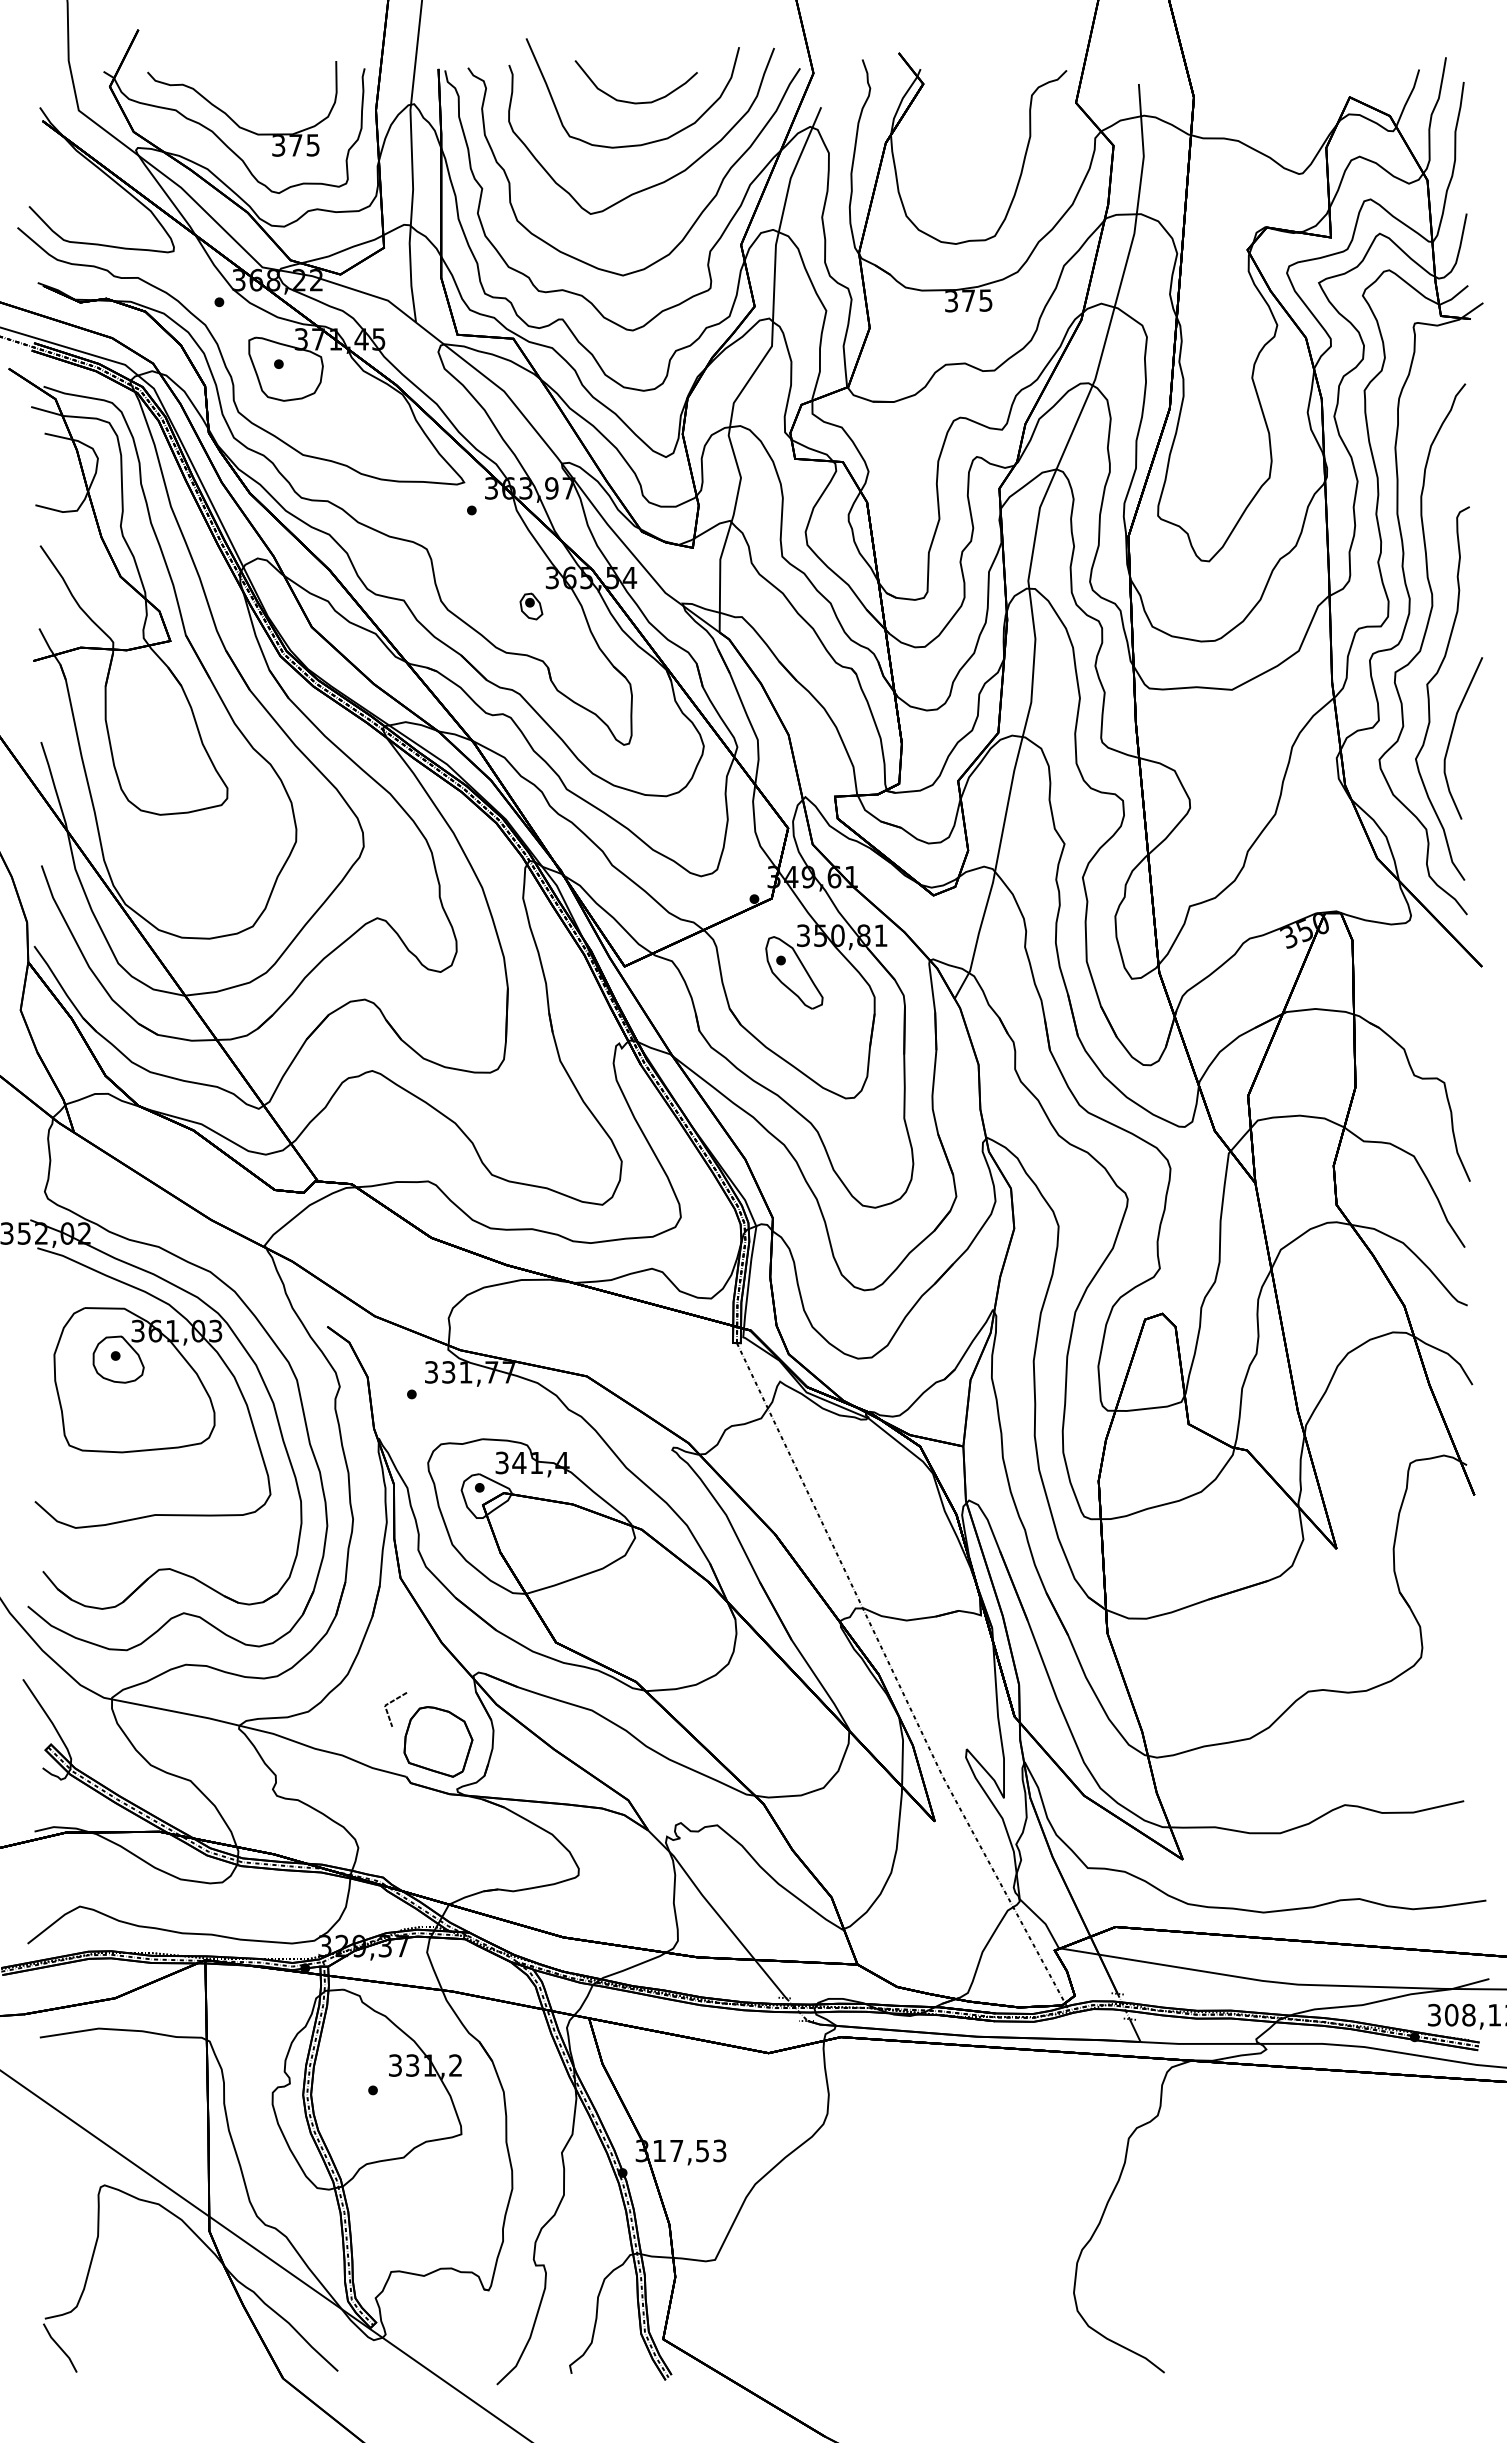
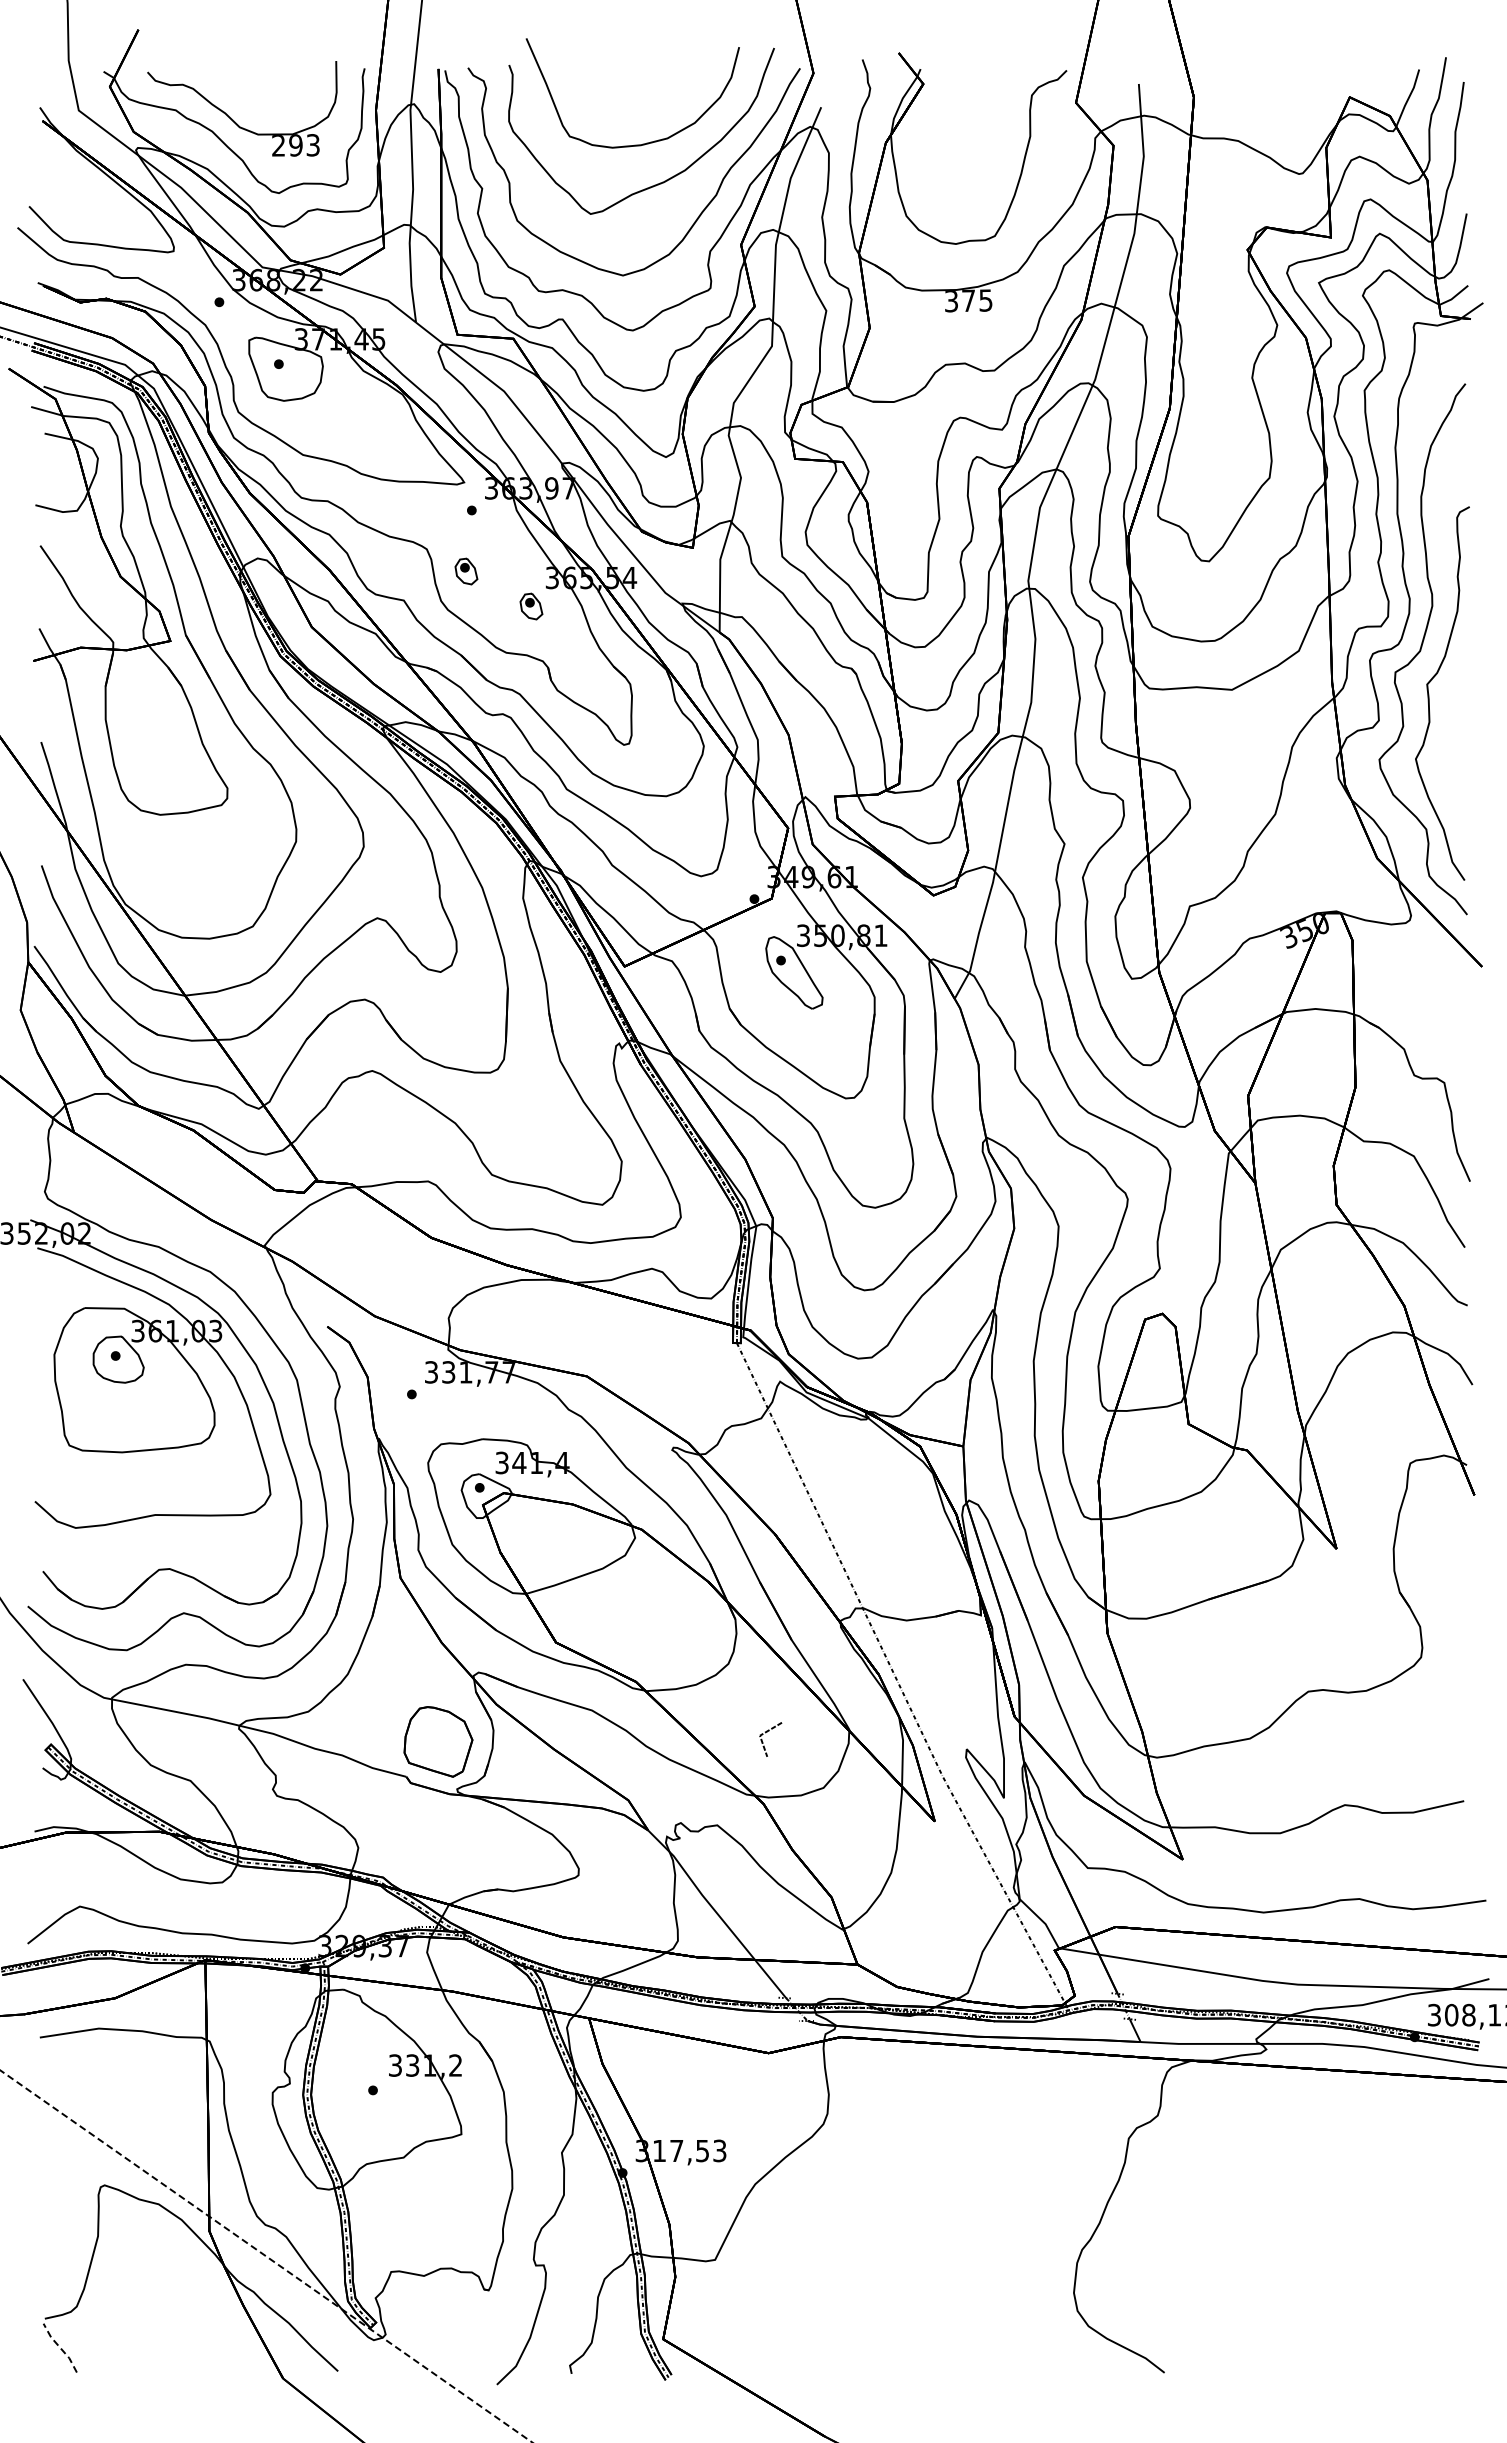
curve at (631, 101): present -> none
text at (295, 145): 375 -> 293
part at (466, 571): none -> present
curve at (1452, 735): present -> none
line at (392, 1702) position: (392, 1702) -> (767, 1732)
line at (266, 2256): solid -> dashed
line at (60, 2347): solid -> dashed
